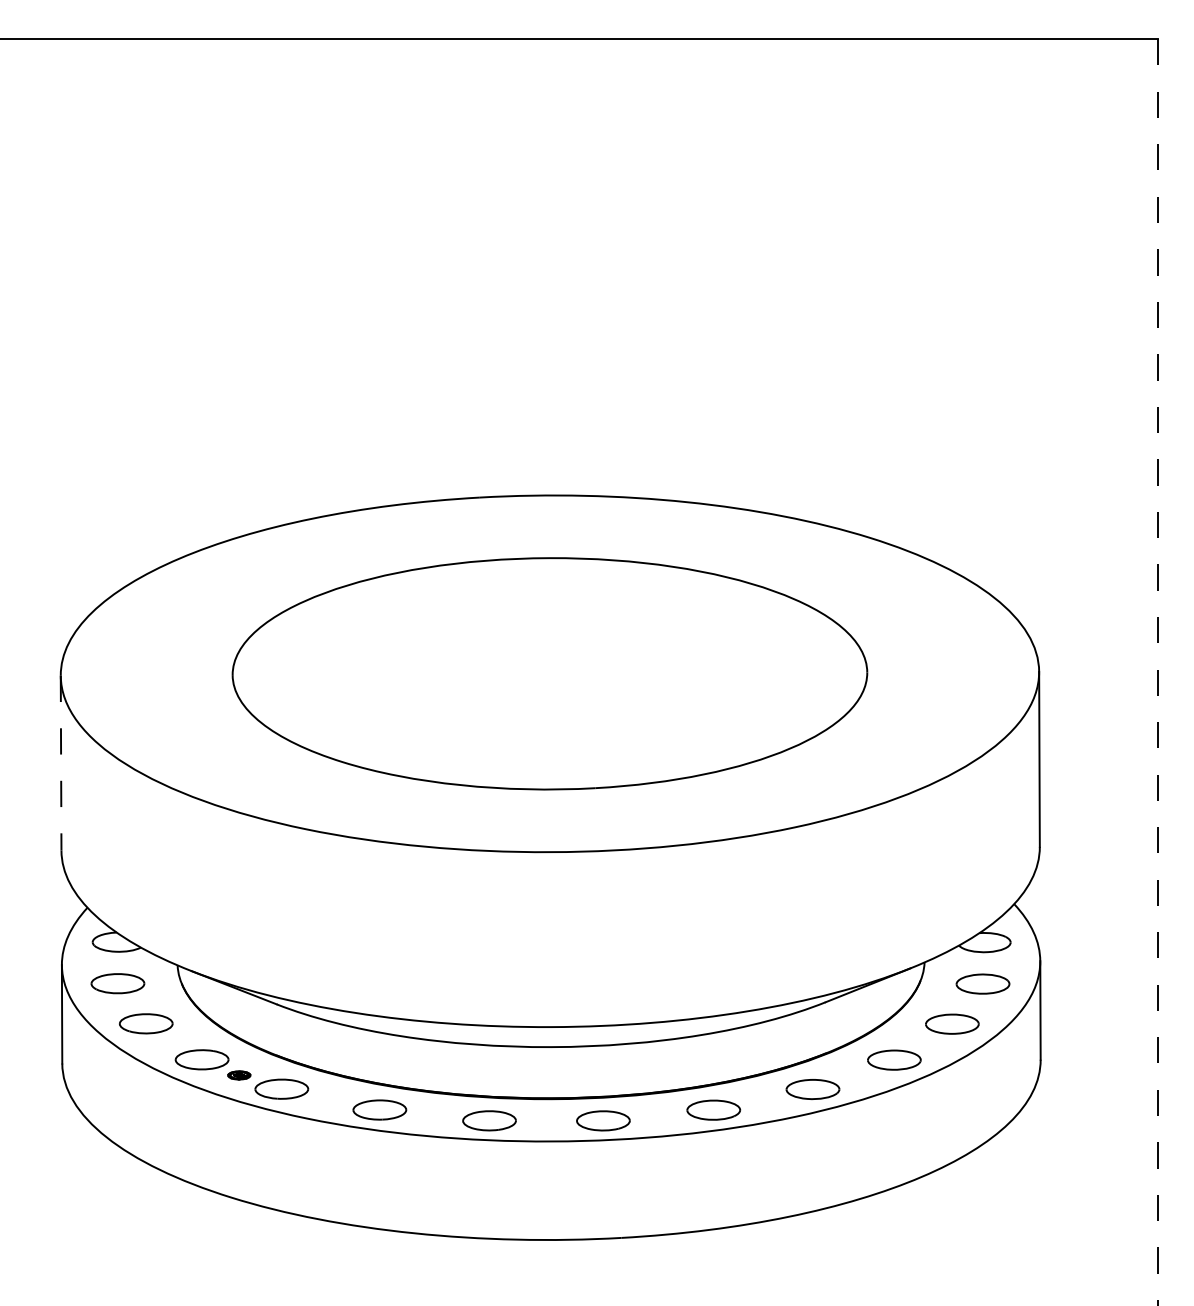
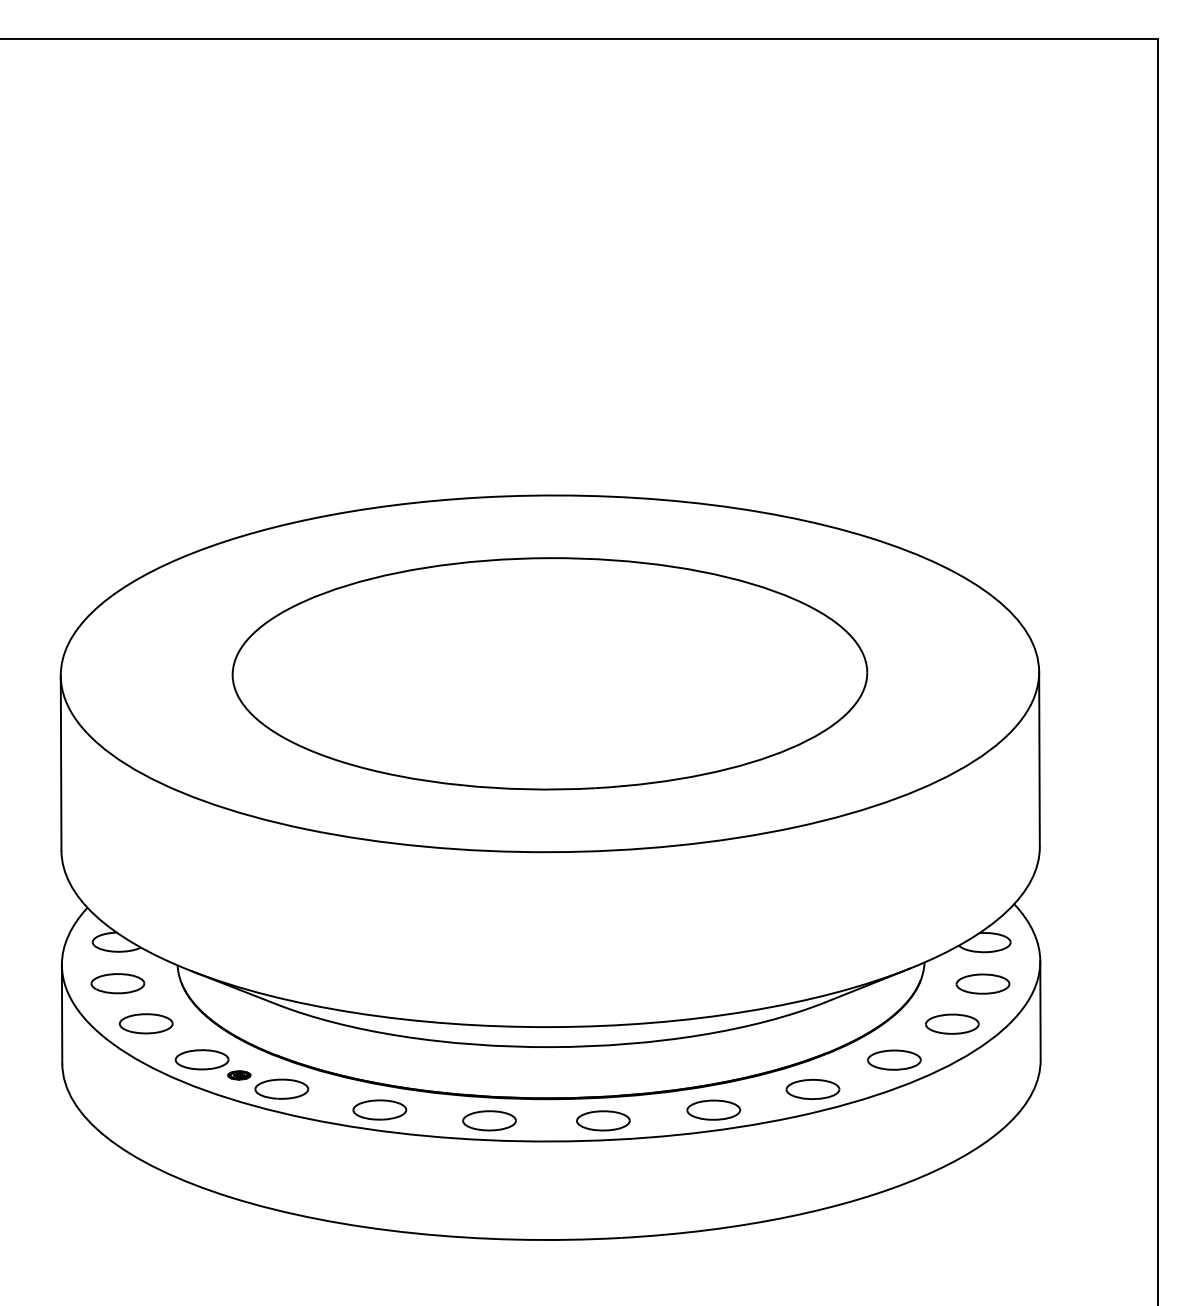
line at (1157, 672): dashed -> solid
line at (61, 763): dashed -> solid
